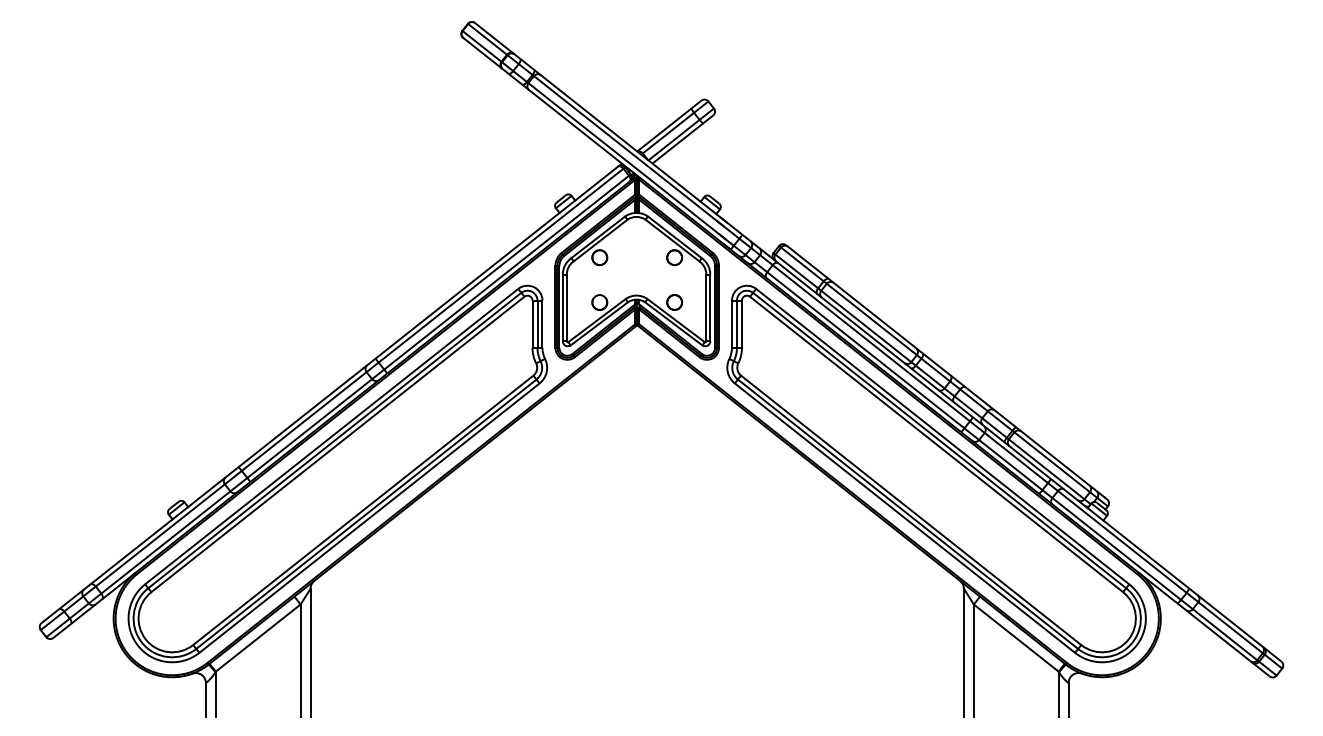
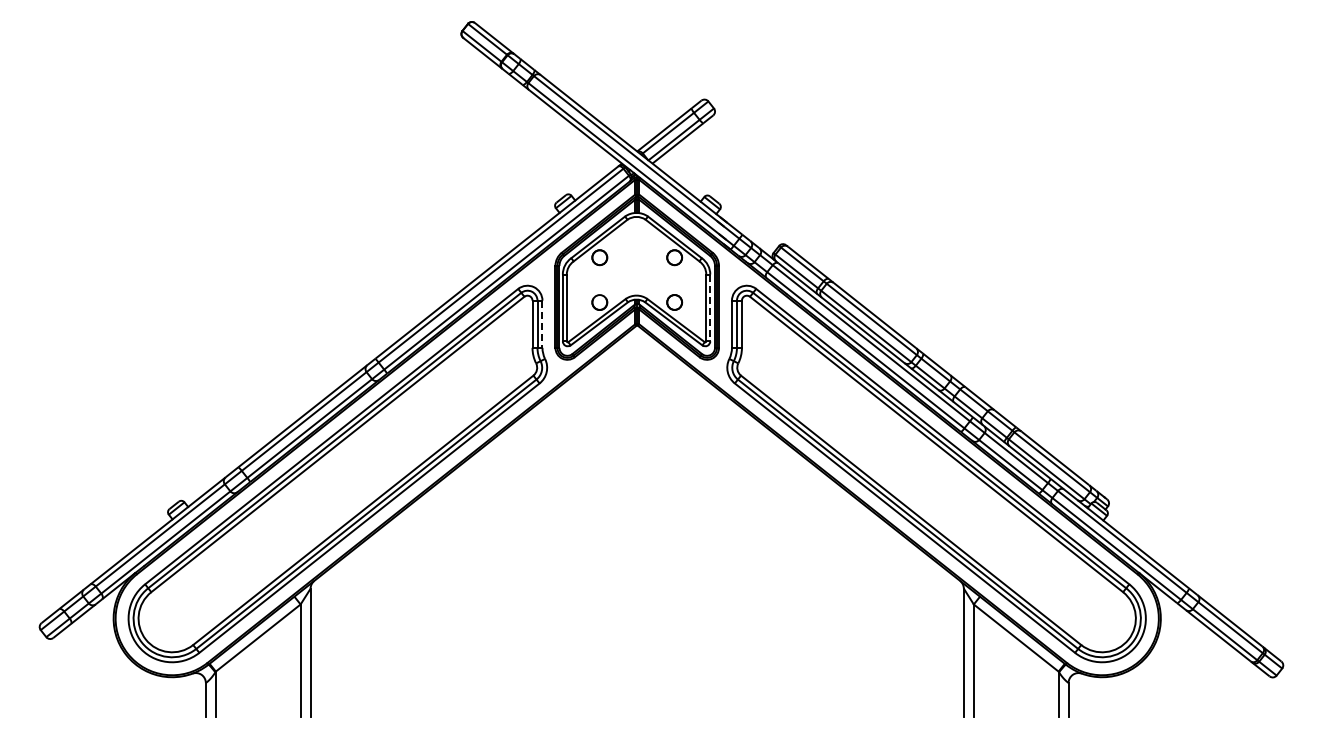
line at (710, 308): solid -> dashed
line at (542, 324): solid -> dashed
